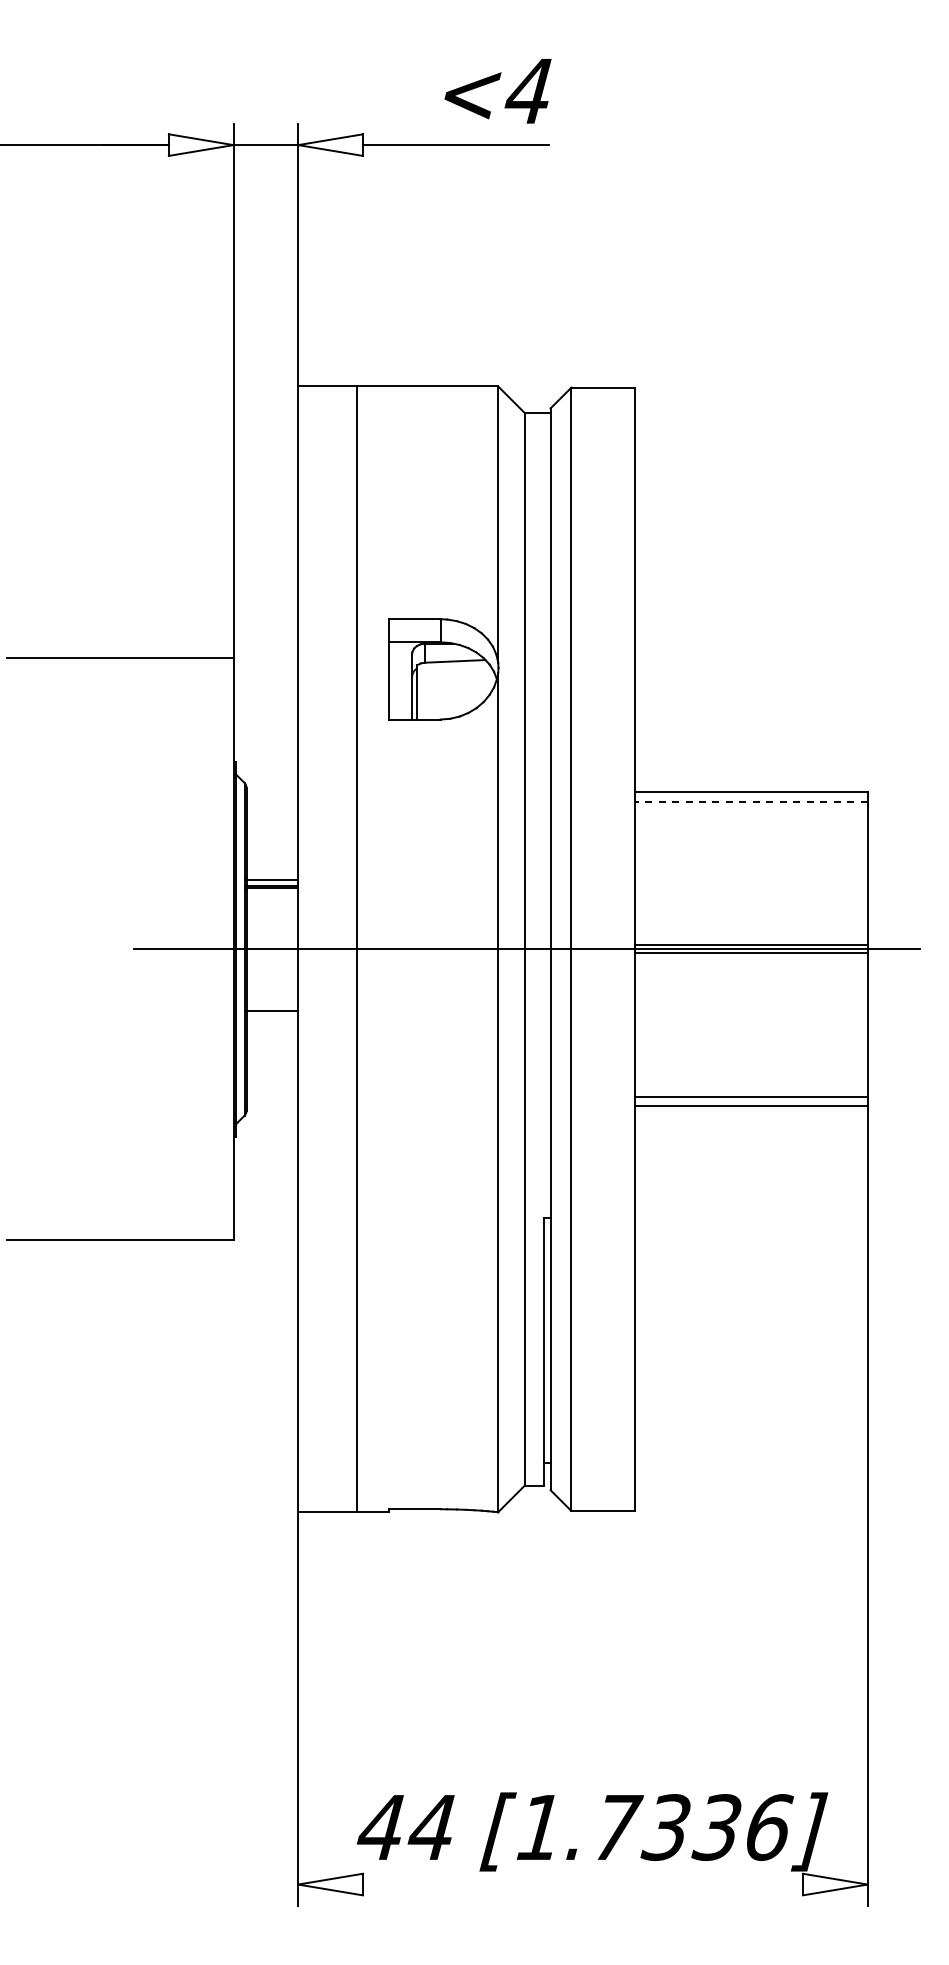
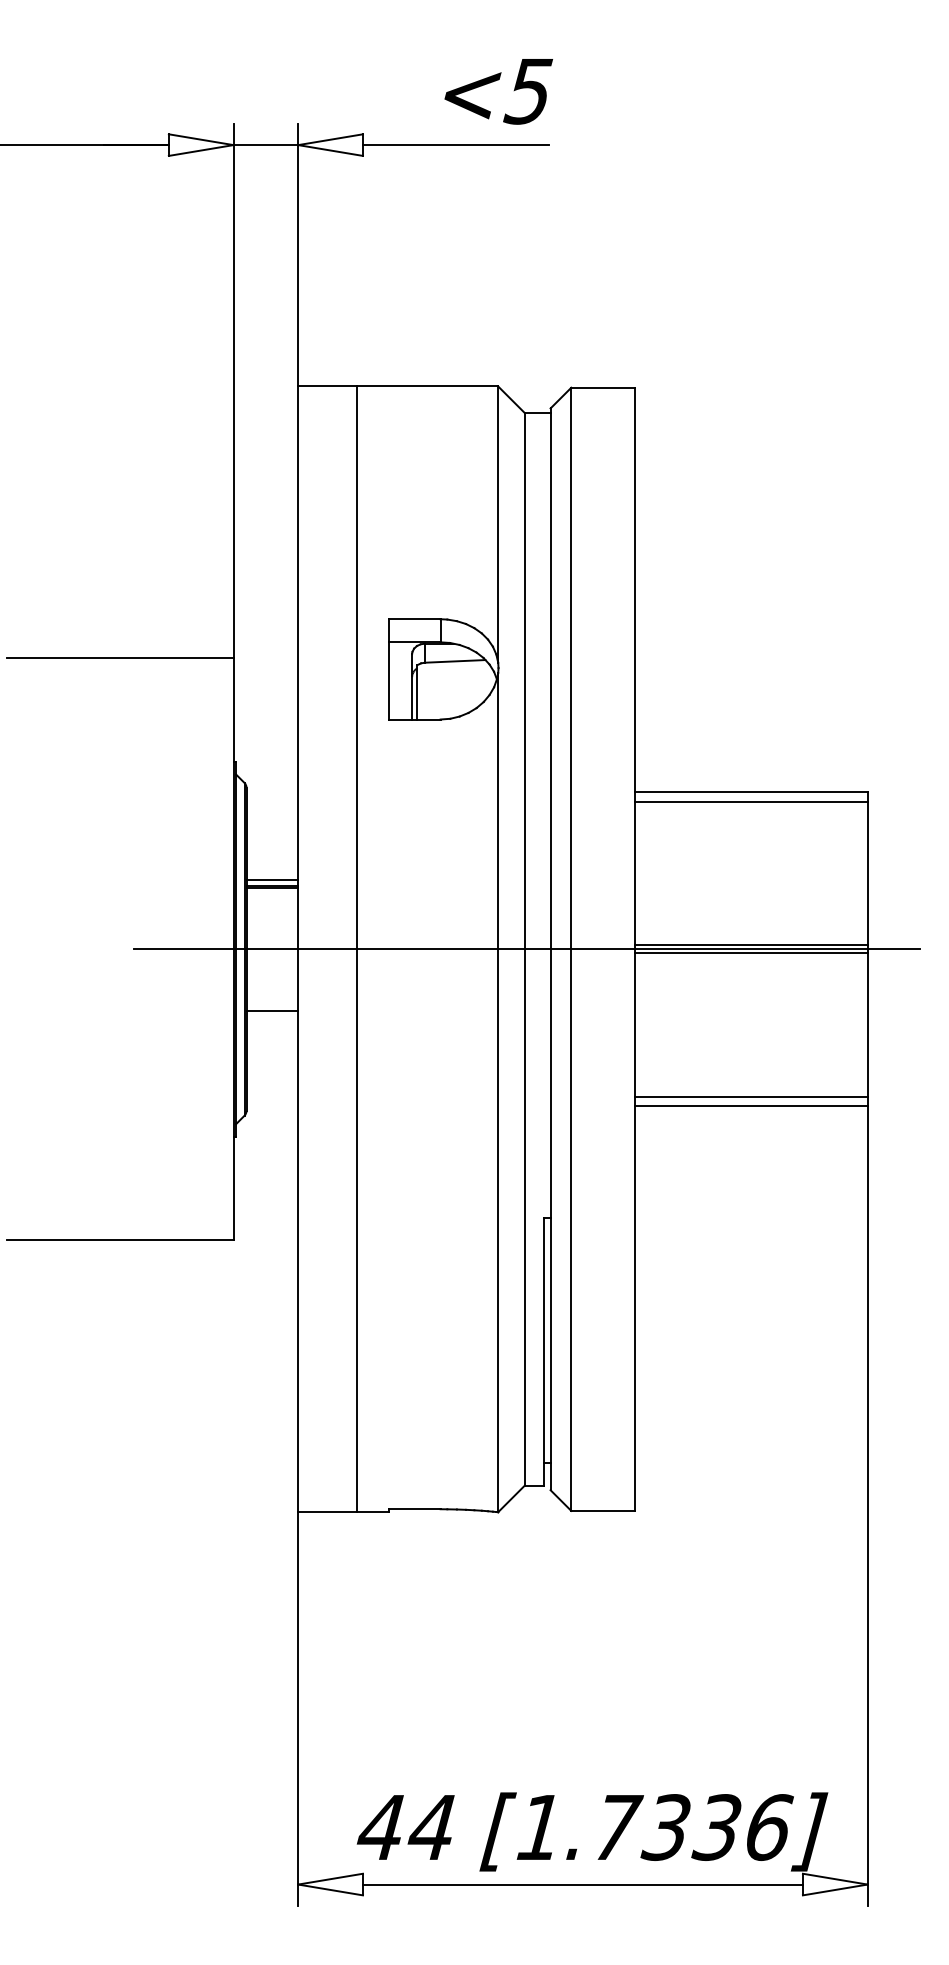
text at (528, 91): <4 -> <5
line at (750, 801): dashed -> solid
line at (582, 1884): none -> present
